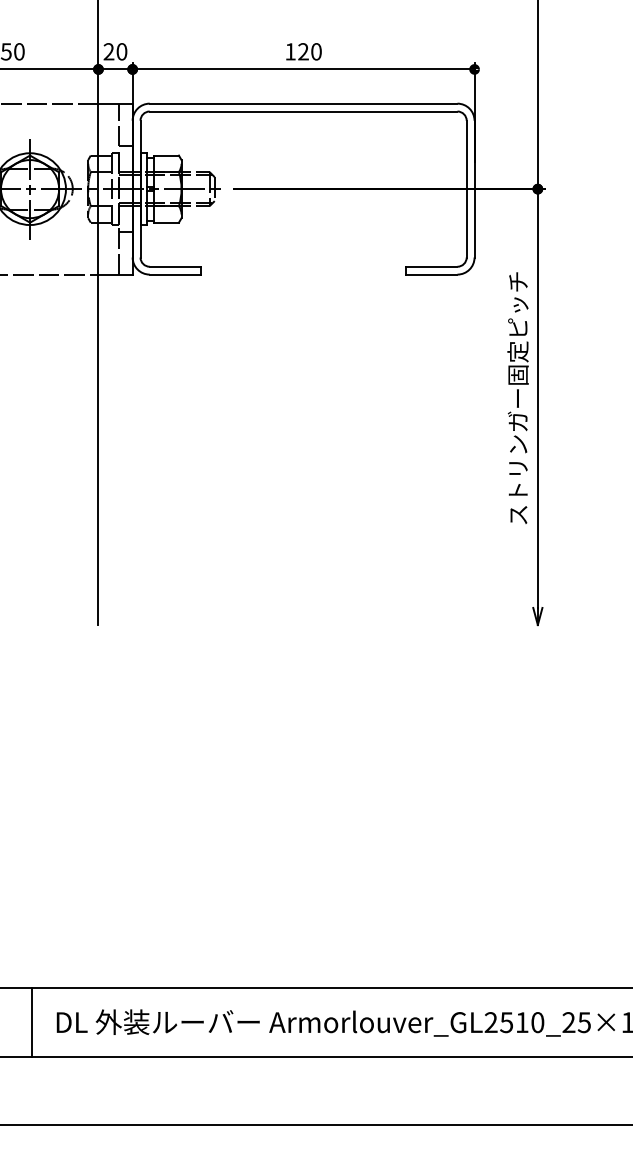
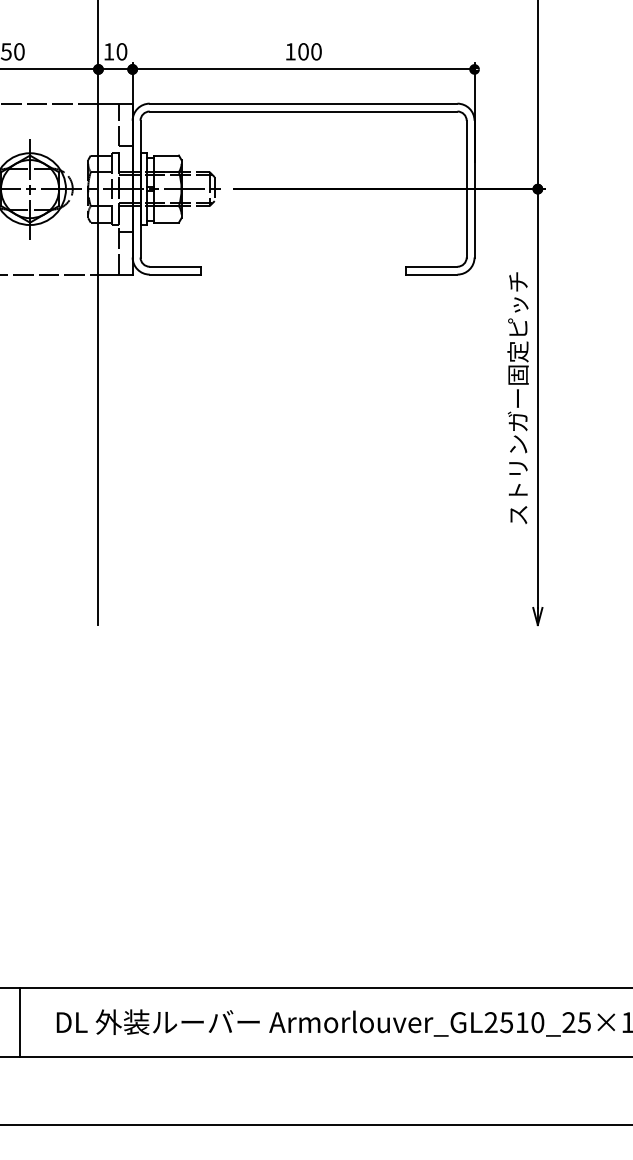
text at (108, 51): 20 -> 10
text at (303, 51): 120 -> 100
line at (31, 1022) position: (31, 1022) -> (19, 1022)
